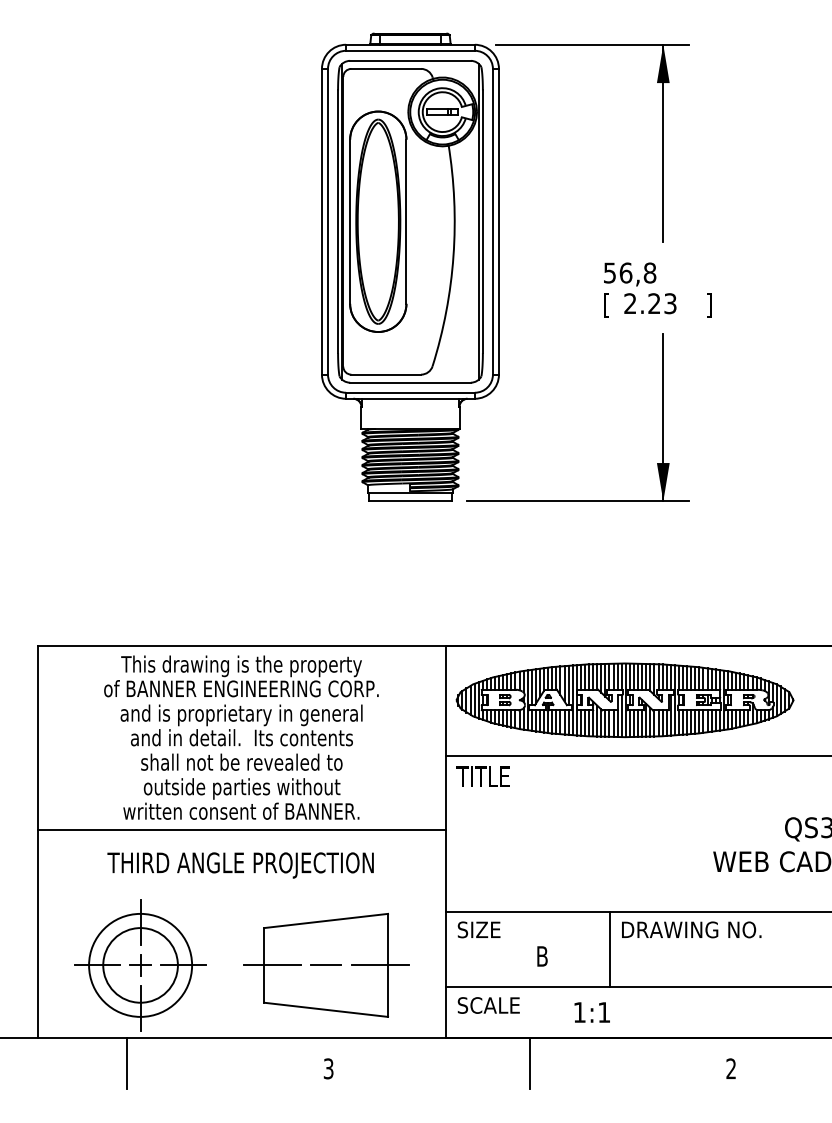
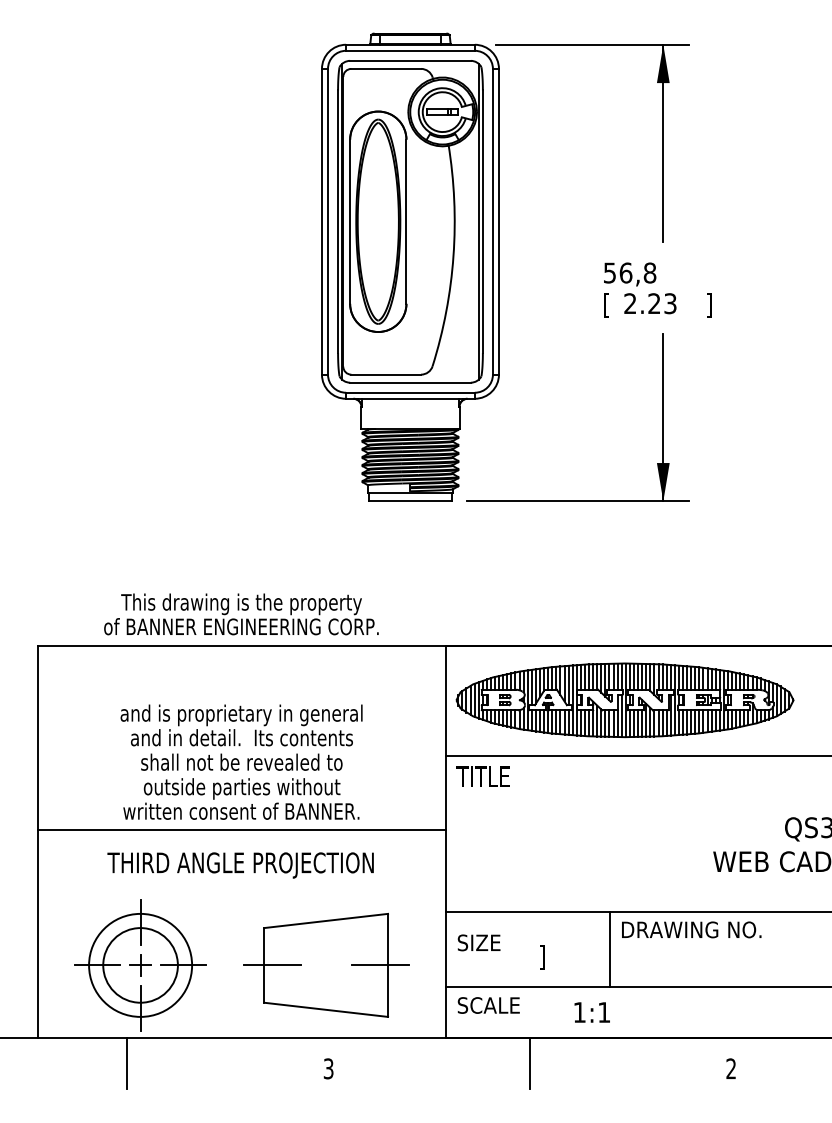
text at (241, 676) position: (241, 676) -> (241, 614)
text at (478, 929) position: (478, 929) -> (478, 942)
text at (542, 957): B -> ]
line at (325, 965): present -> none
